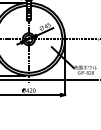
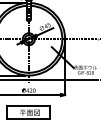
part at (28, 112): none -> present
